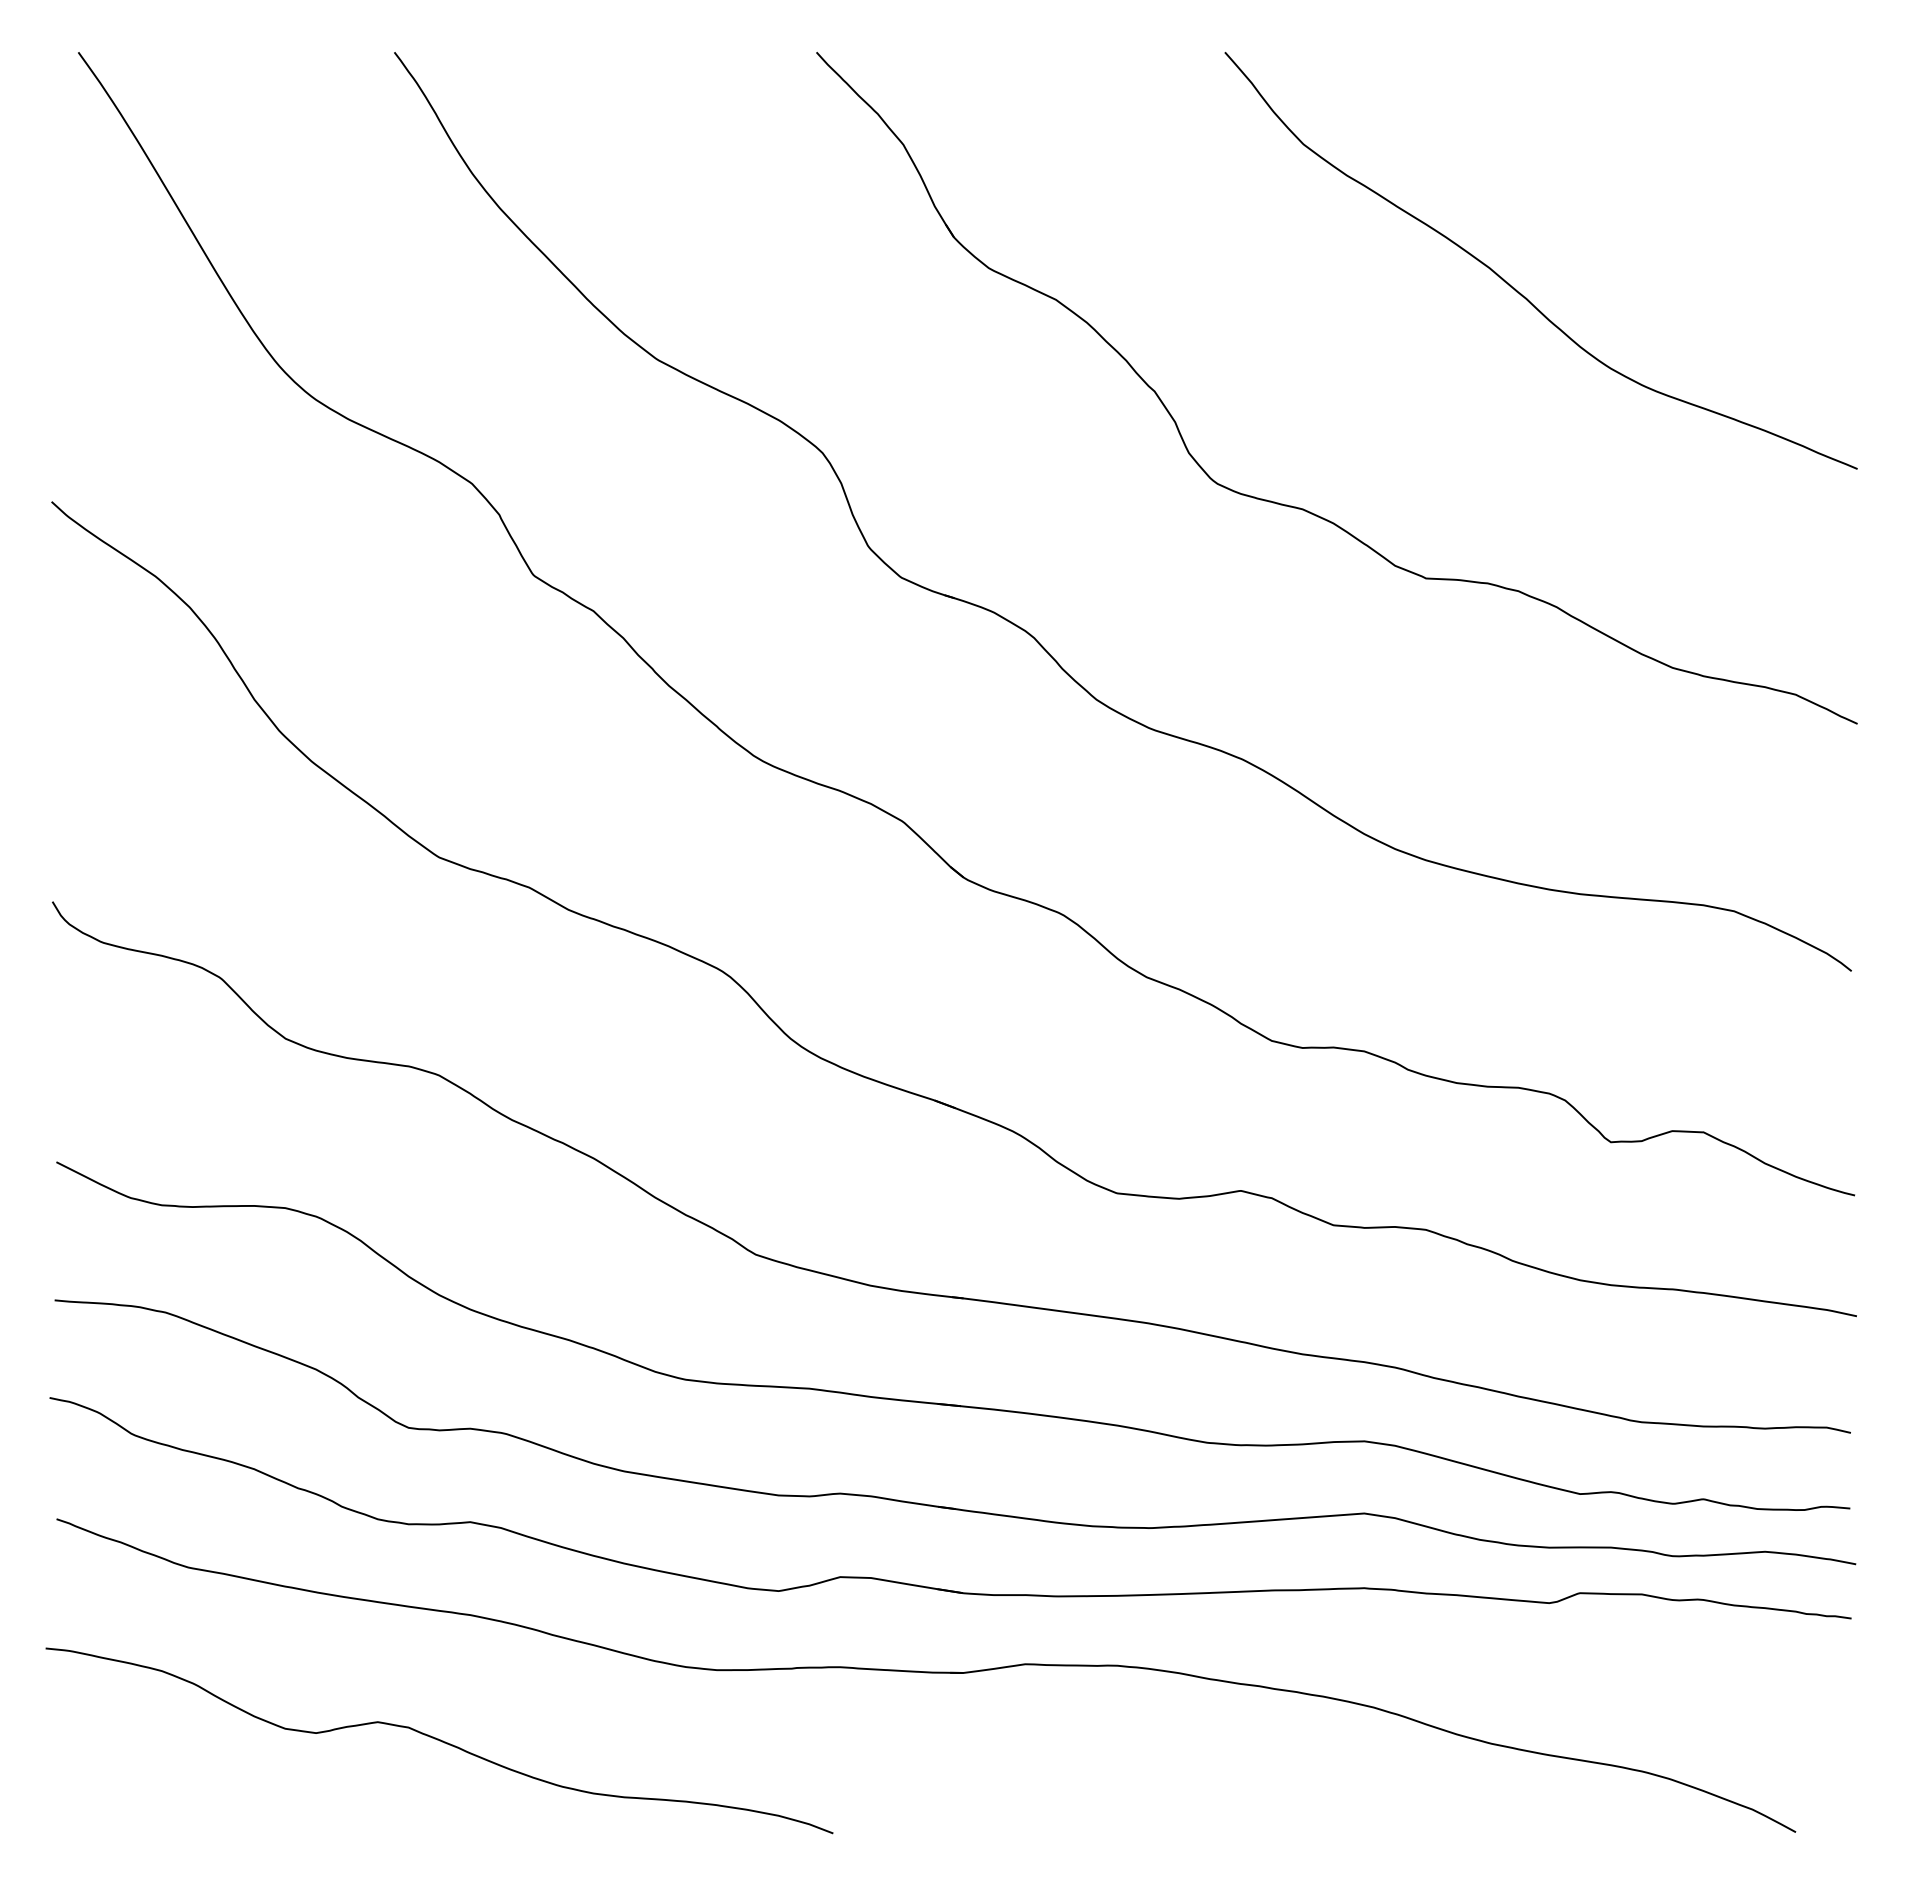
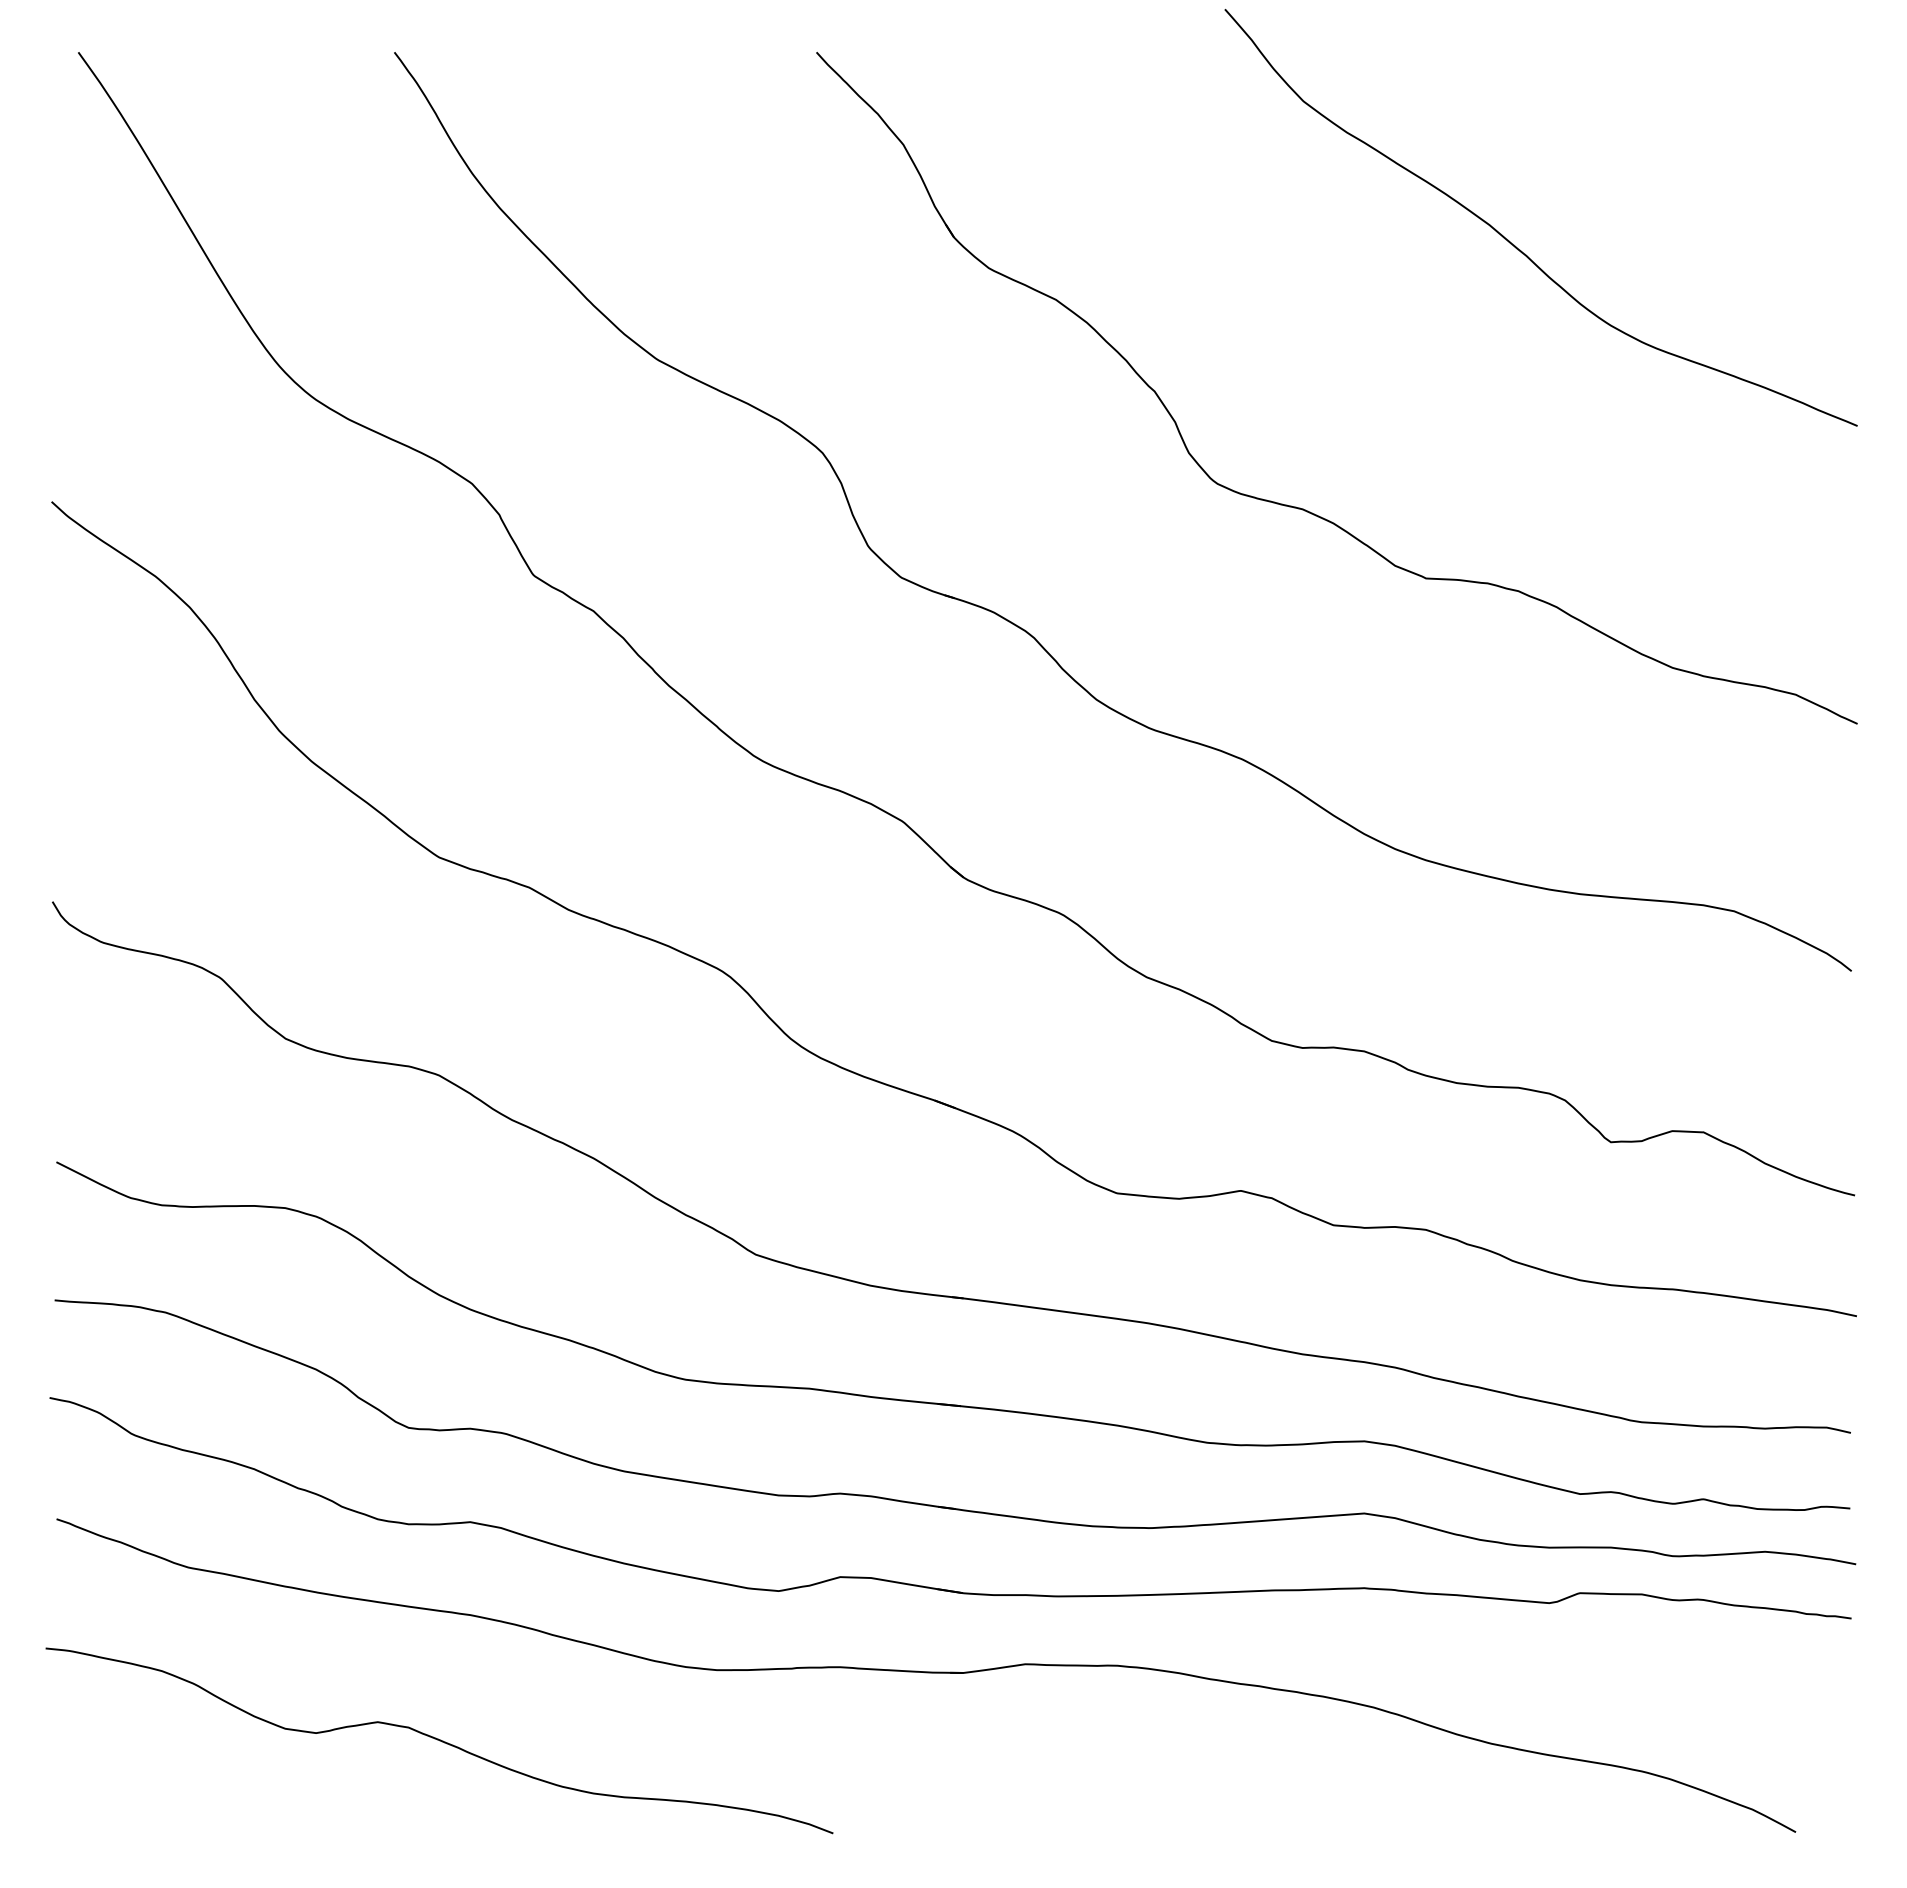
curve at (1514, 287) position: (1514, 287) -> (1514, 244)
